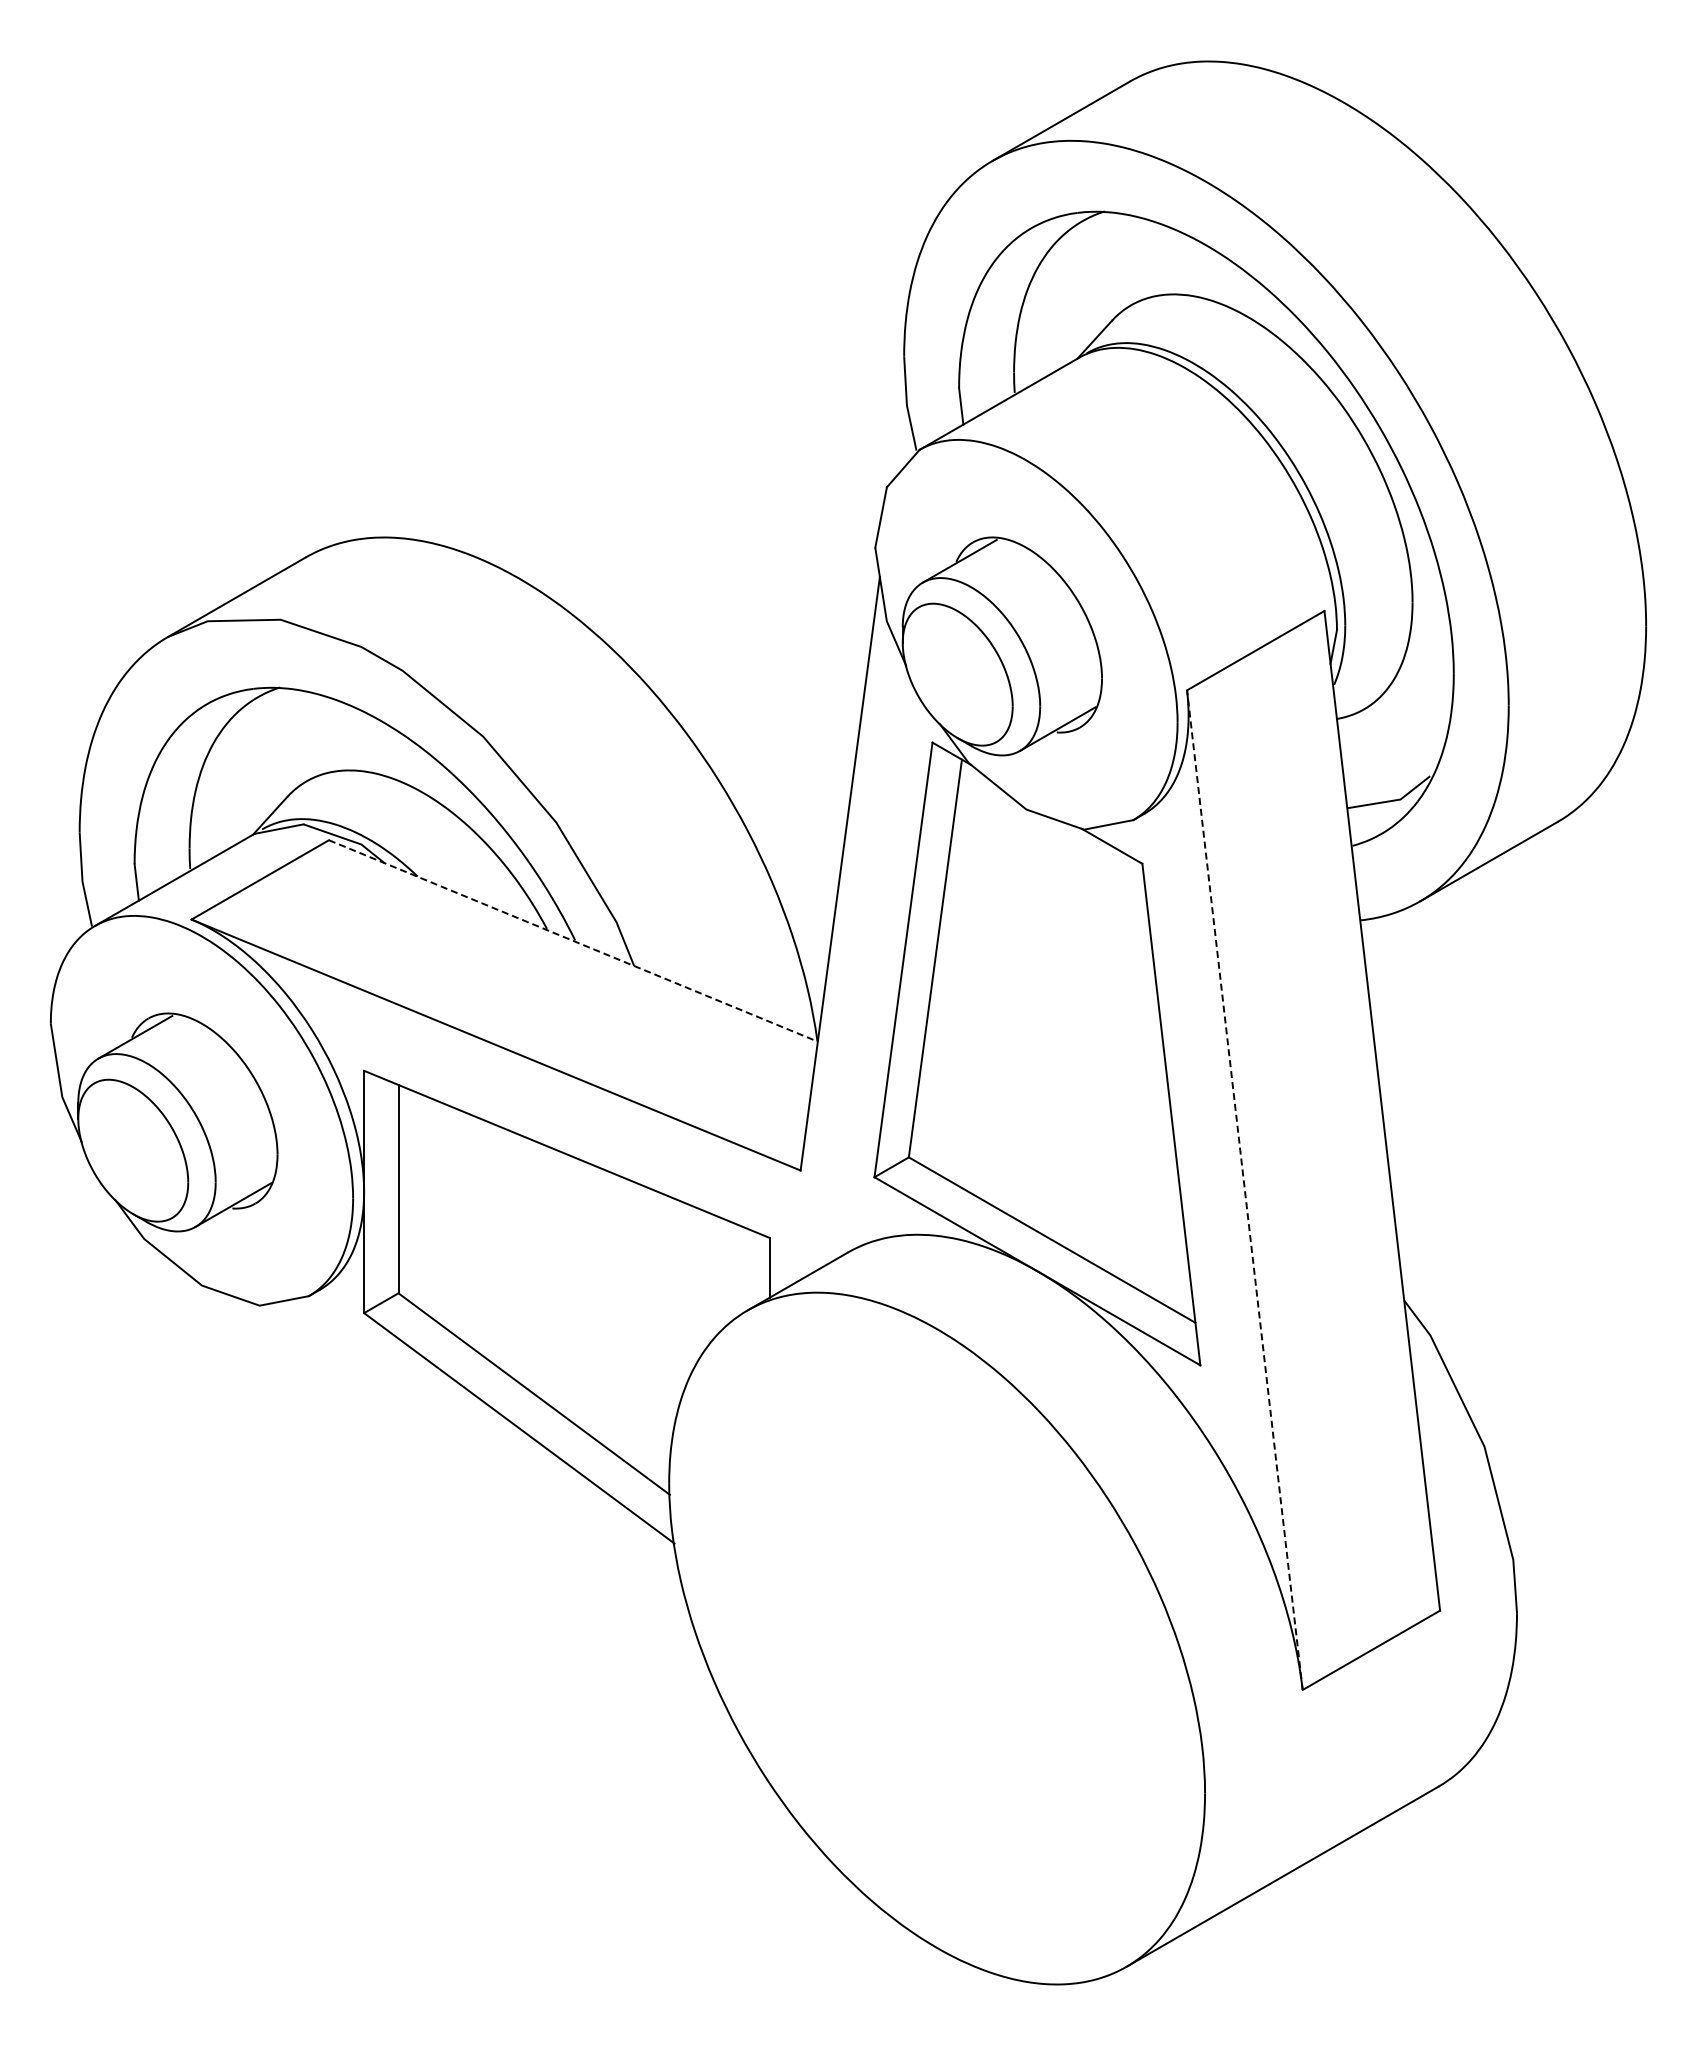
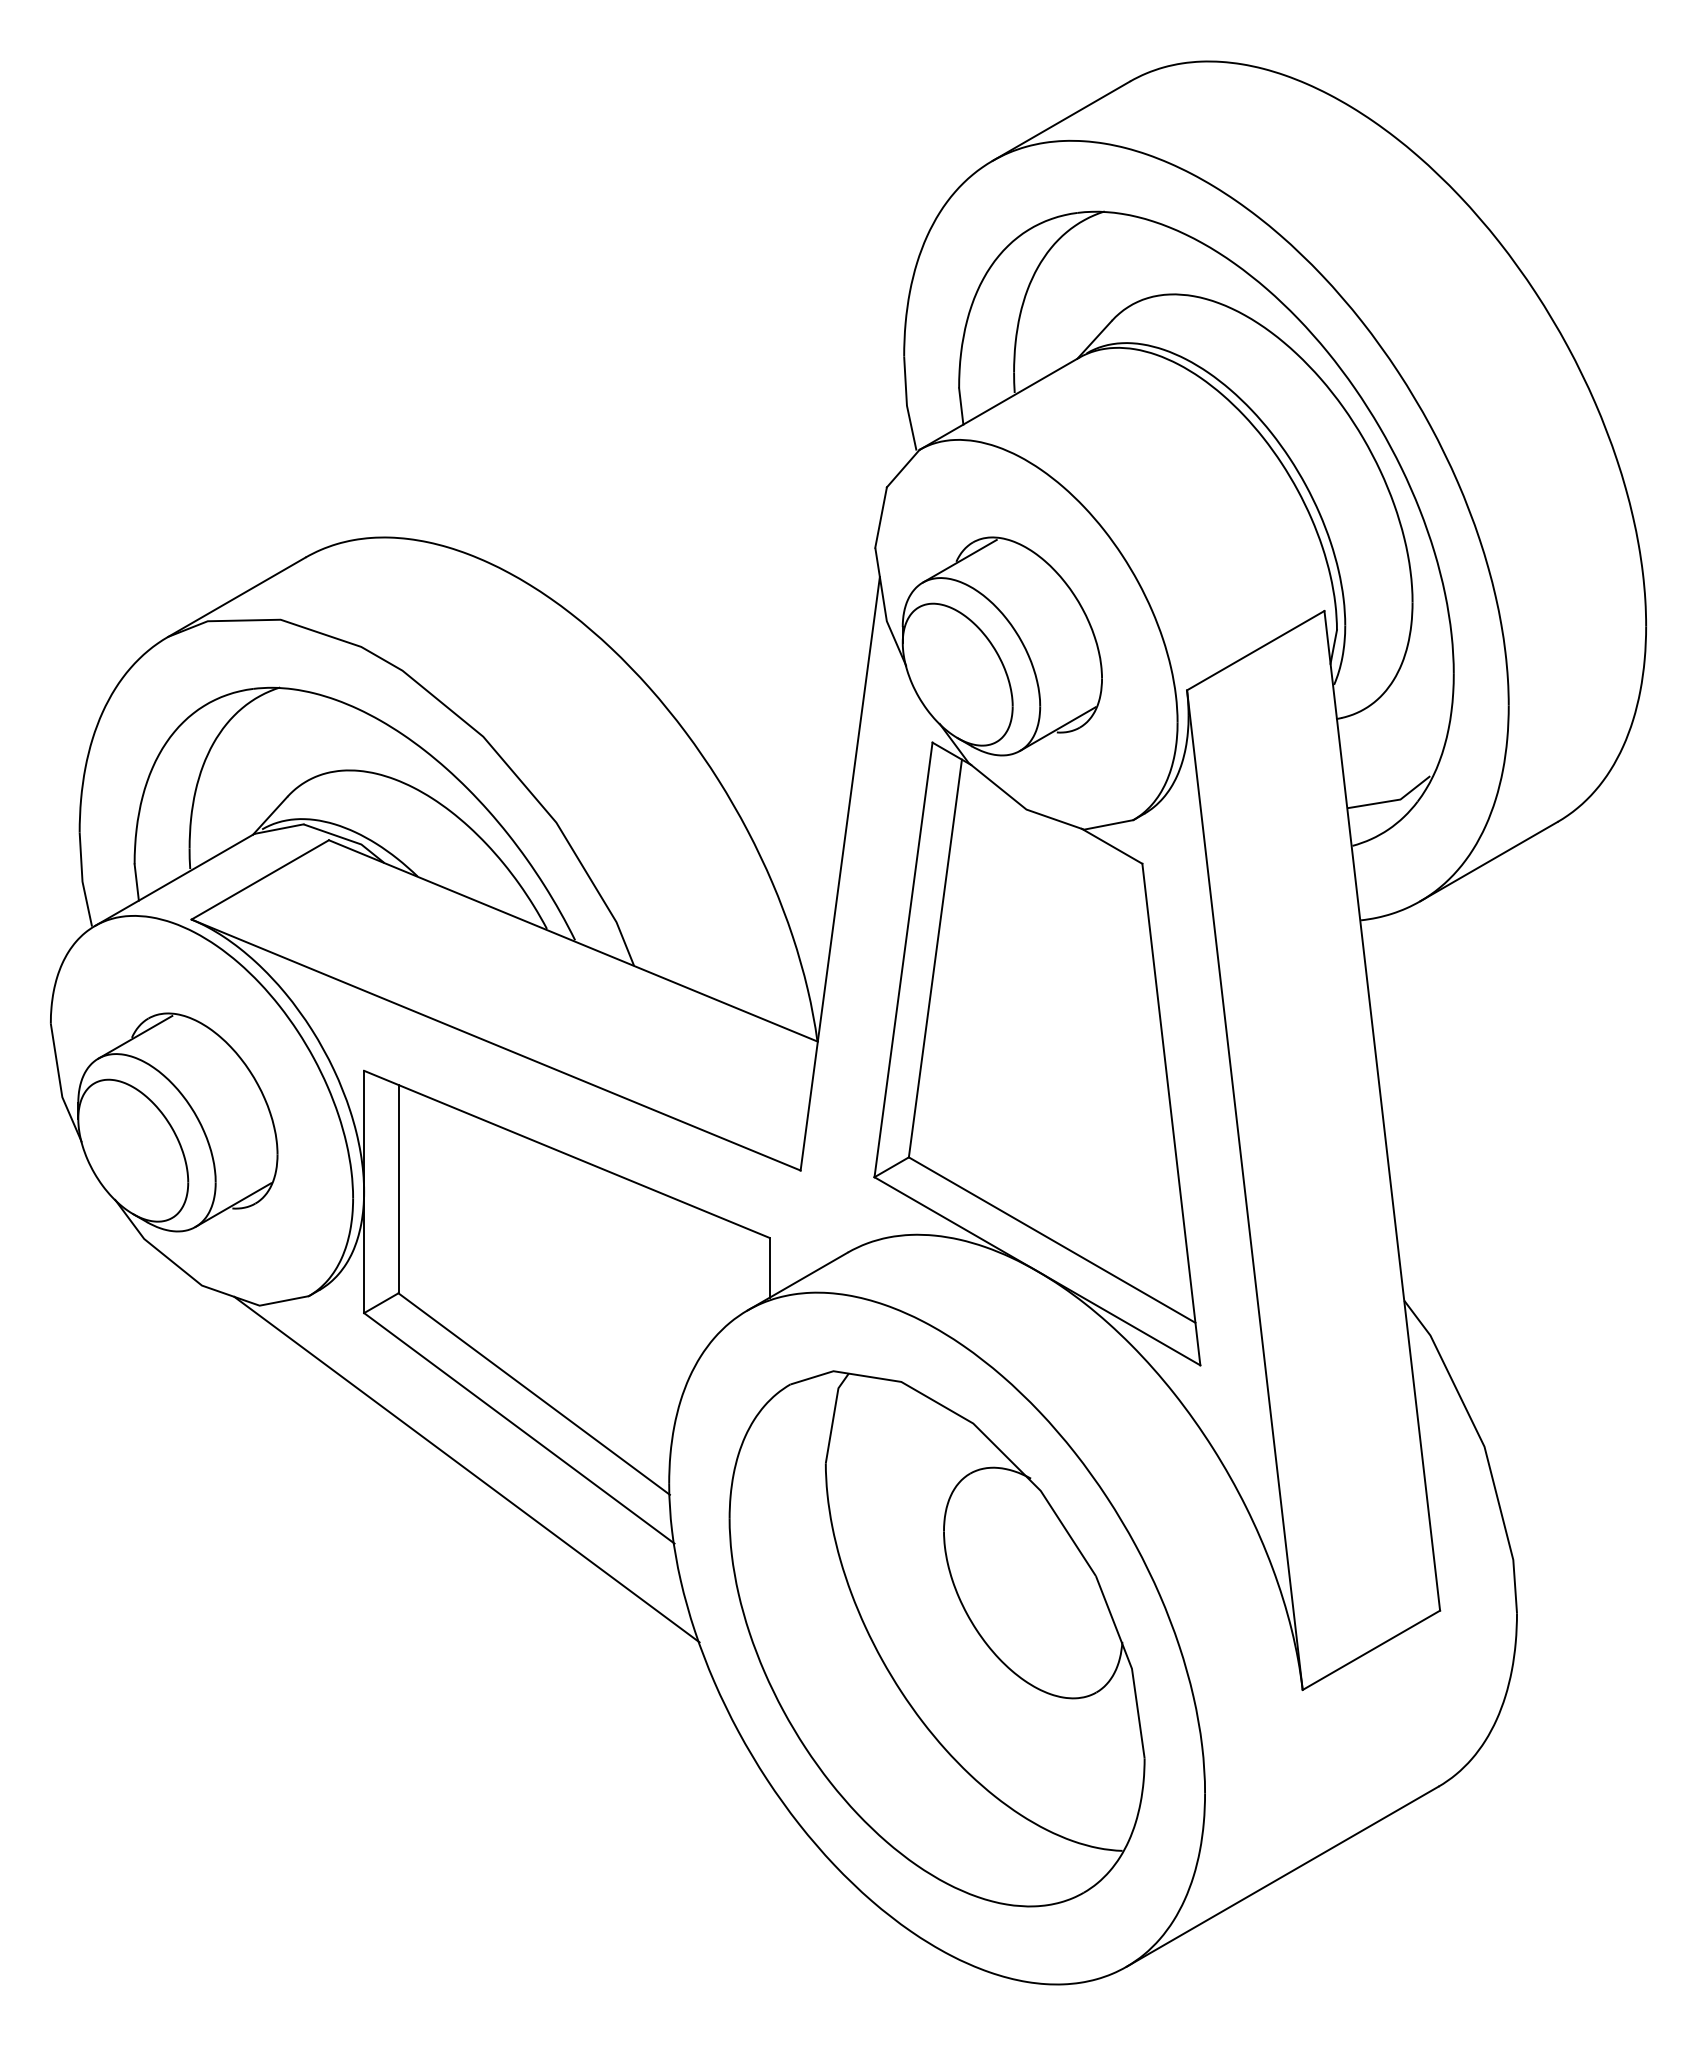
line at (573, 941): dashed -> solid
line at (1244, 1189): dashed -> solid
line at (466, 1469): none -> present
part at (936, 1638): none -> present
